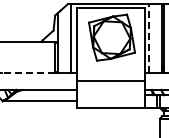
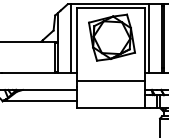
line at (149, 38): dashed -> solid
line at (28, 73): dashed -> solid
